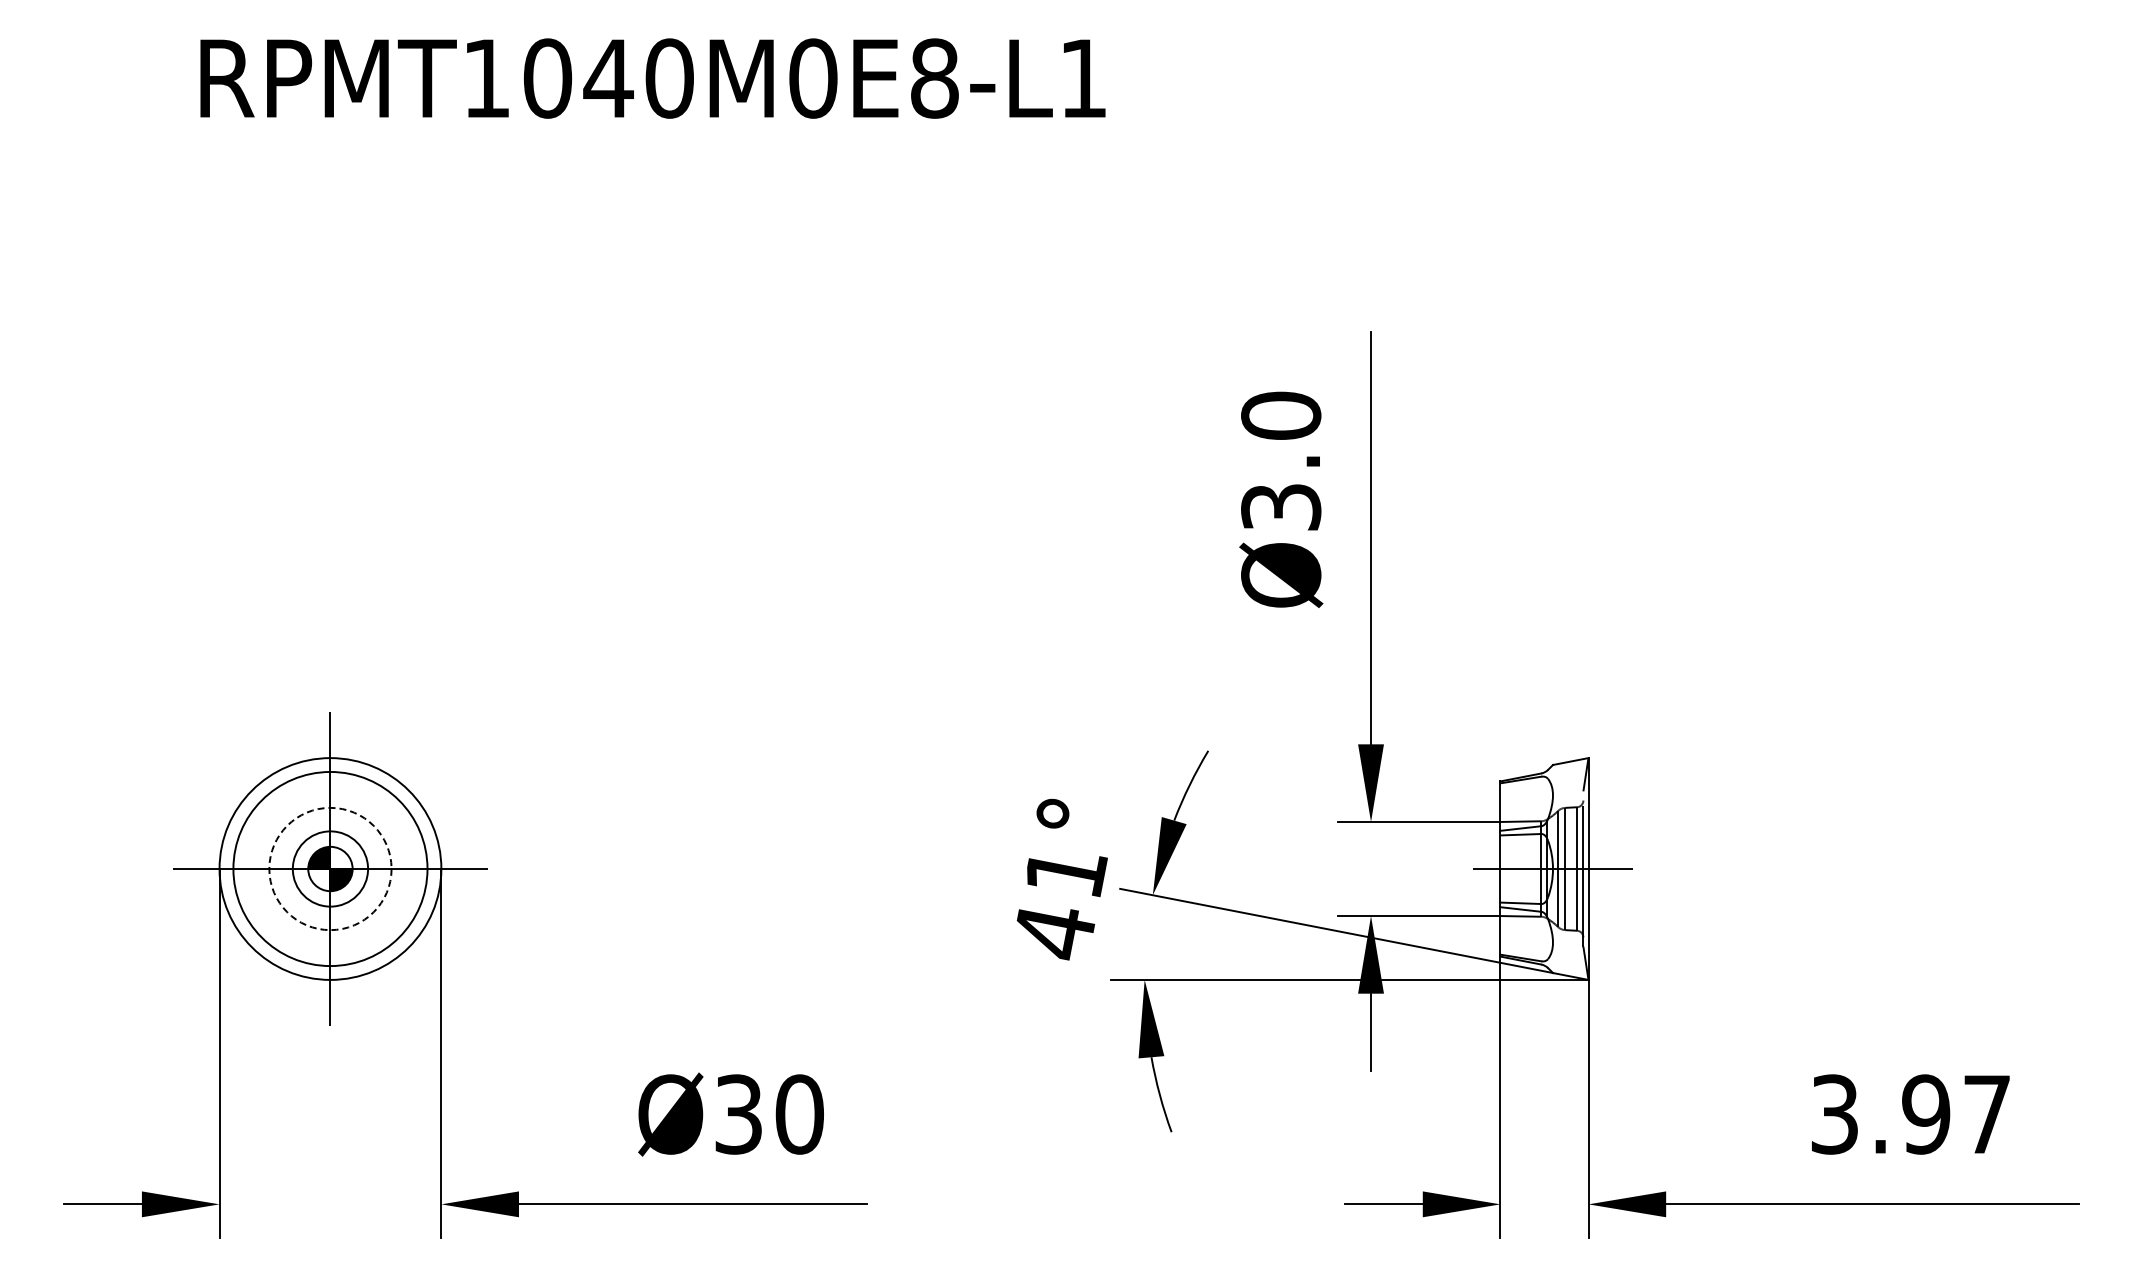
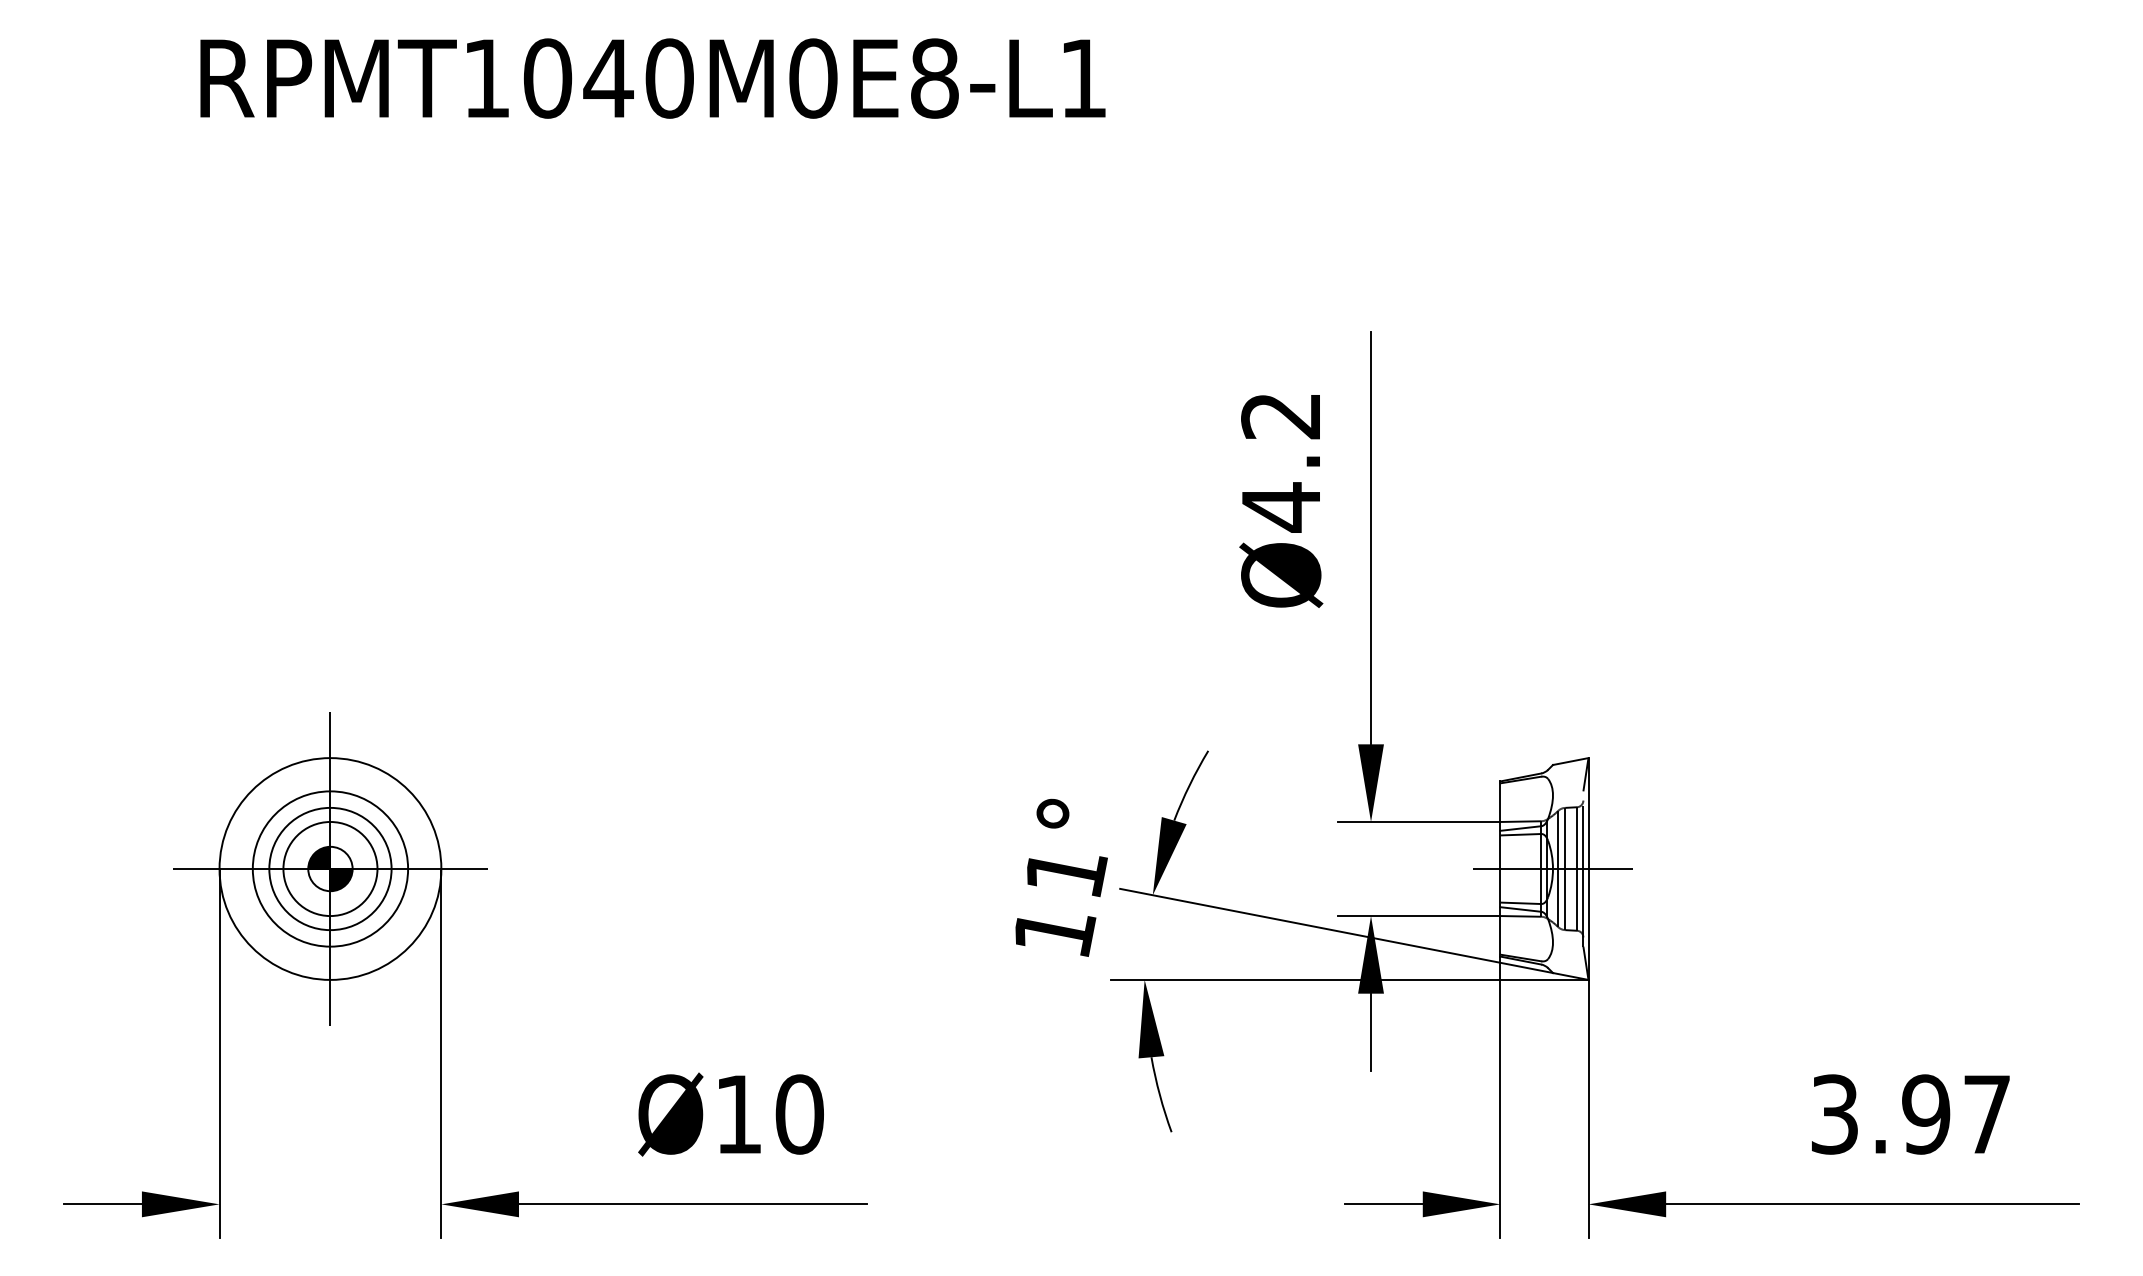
text at (1281, 461): Ø3.0 -> Ø4.2
circle at (330, 868) diameter: 194 px -> 155 px
circle at (330, 868) diameter: 75 px -> 94 px
circle at (330, 868): dashed -> solid
text at (1055, 934): 41° -> 11°
text at (738, 1114): Ø30 -> Ø10
